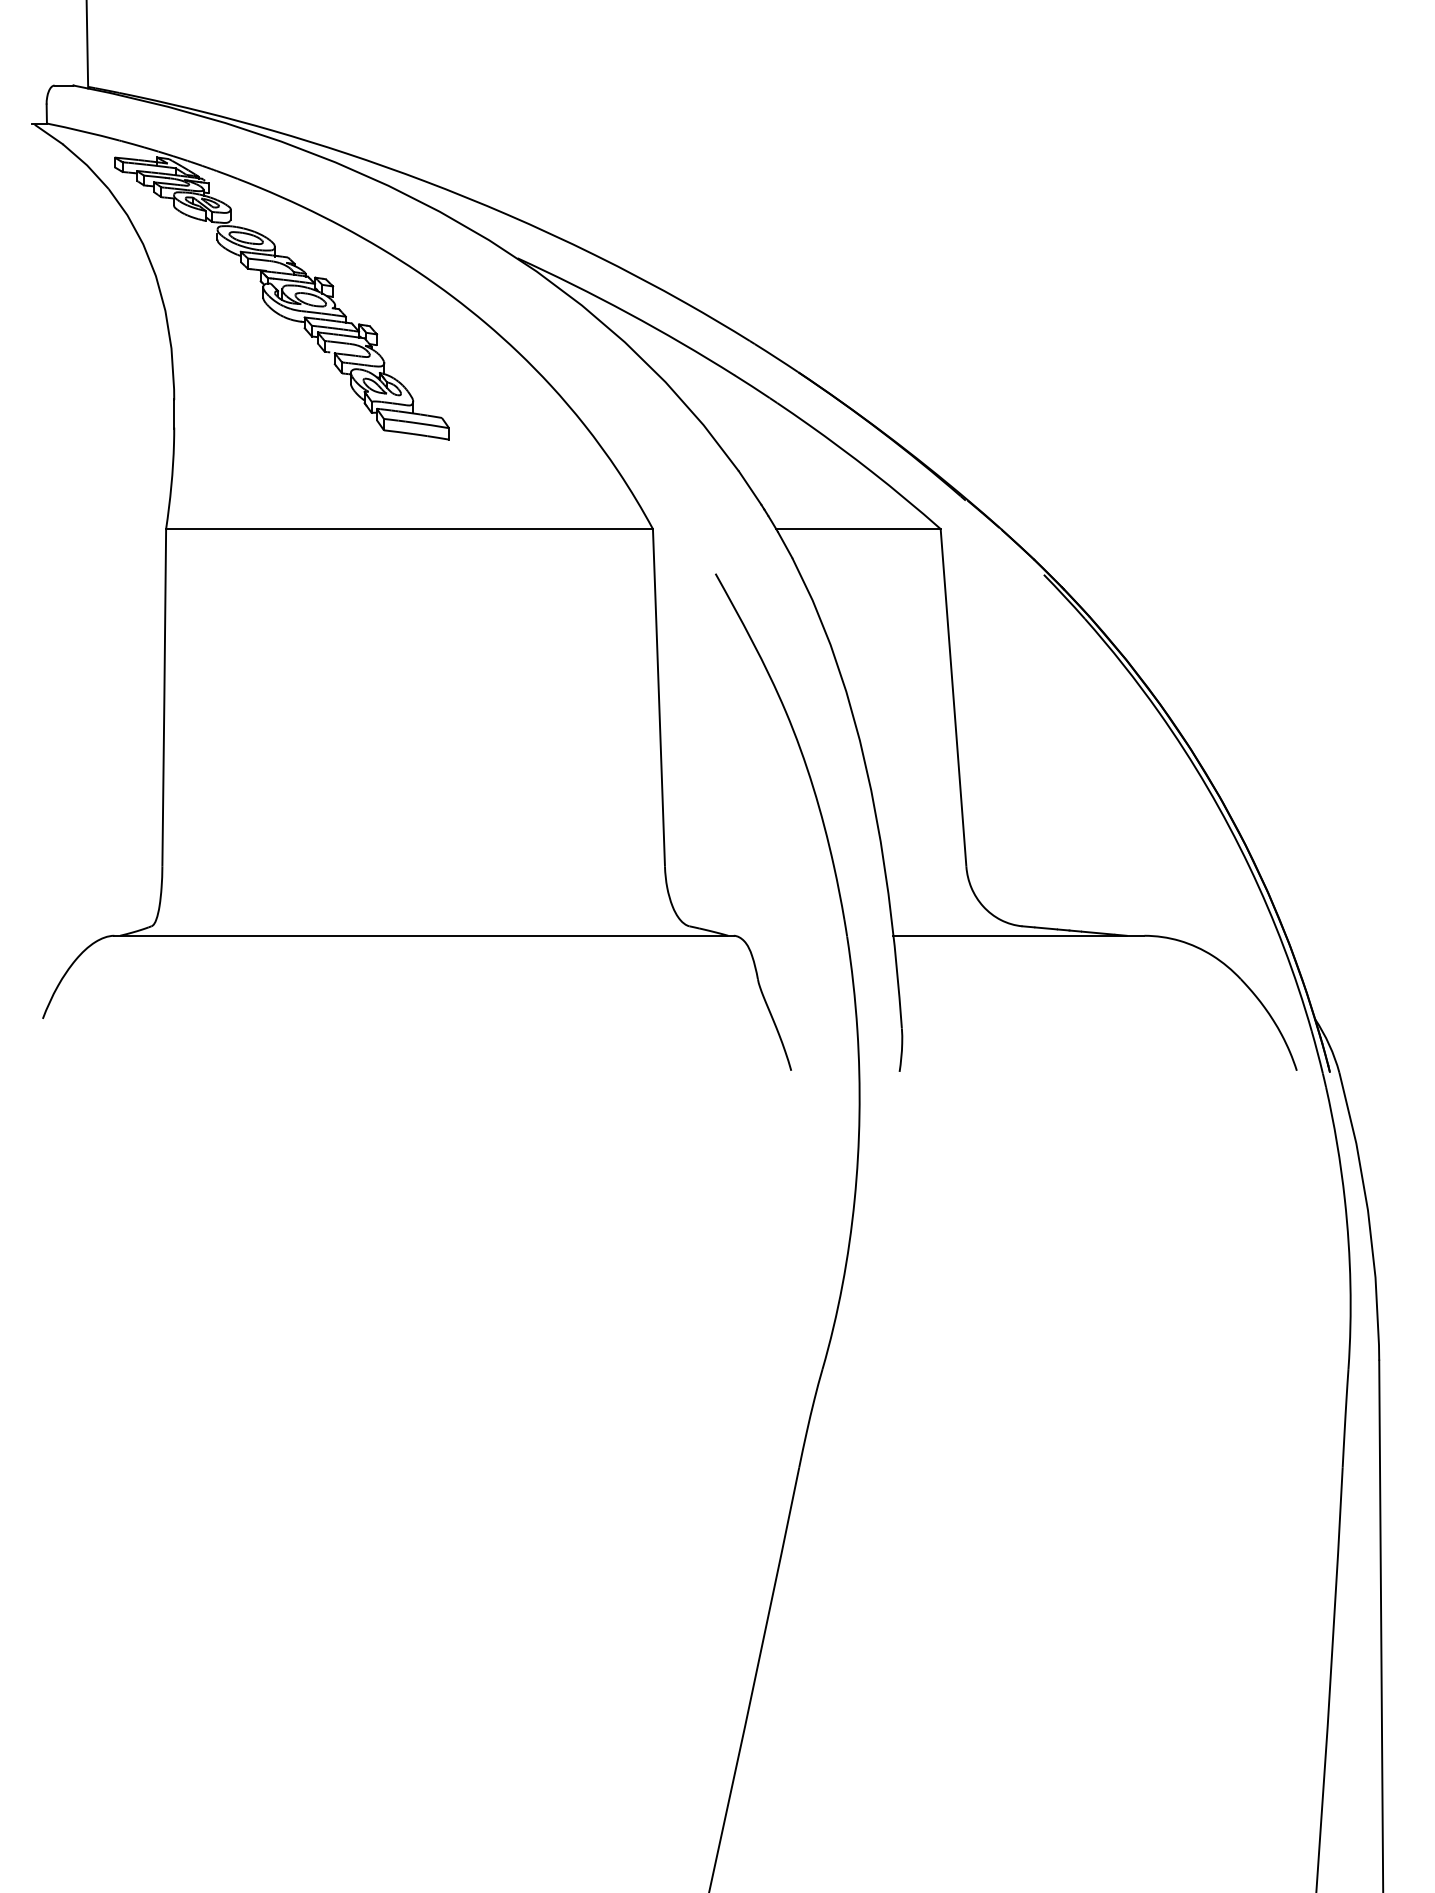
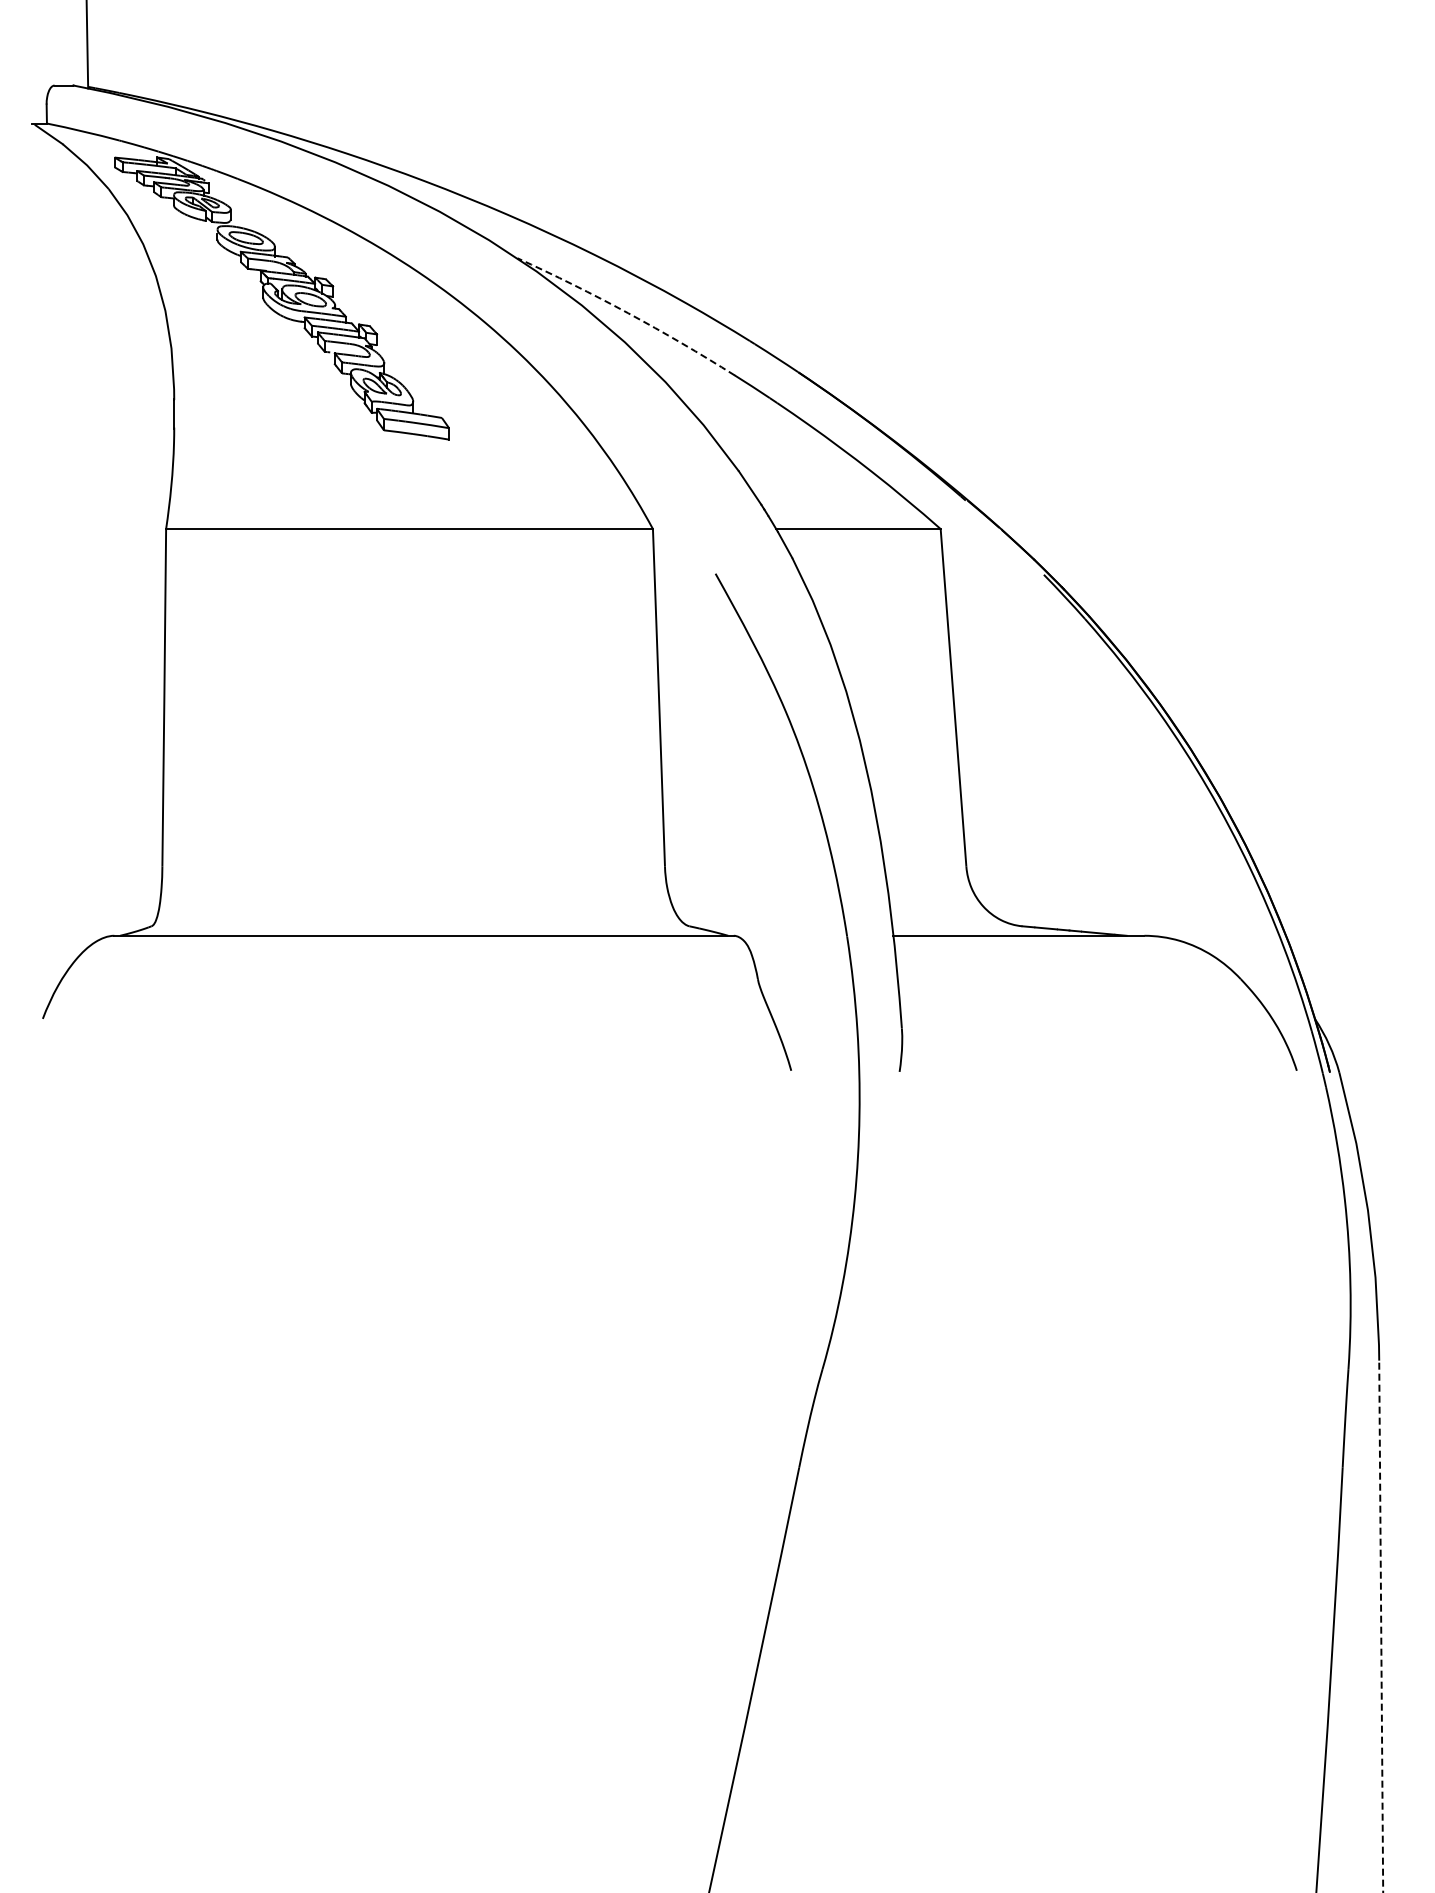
arc at (628, 313): solid -> dashed
line at (1381, 1626): solid -> dashed
